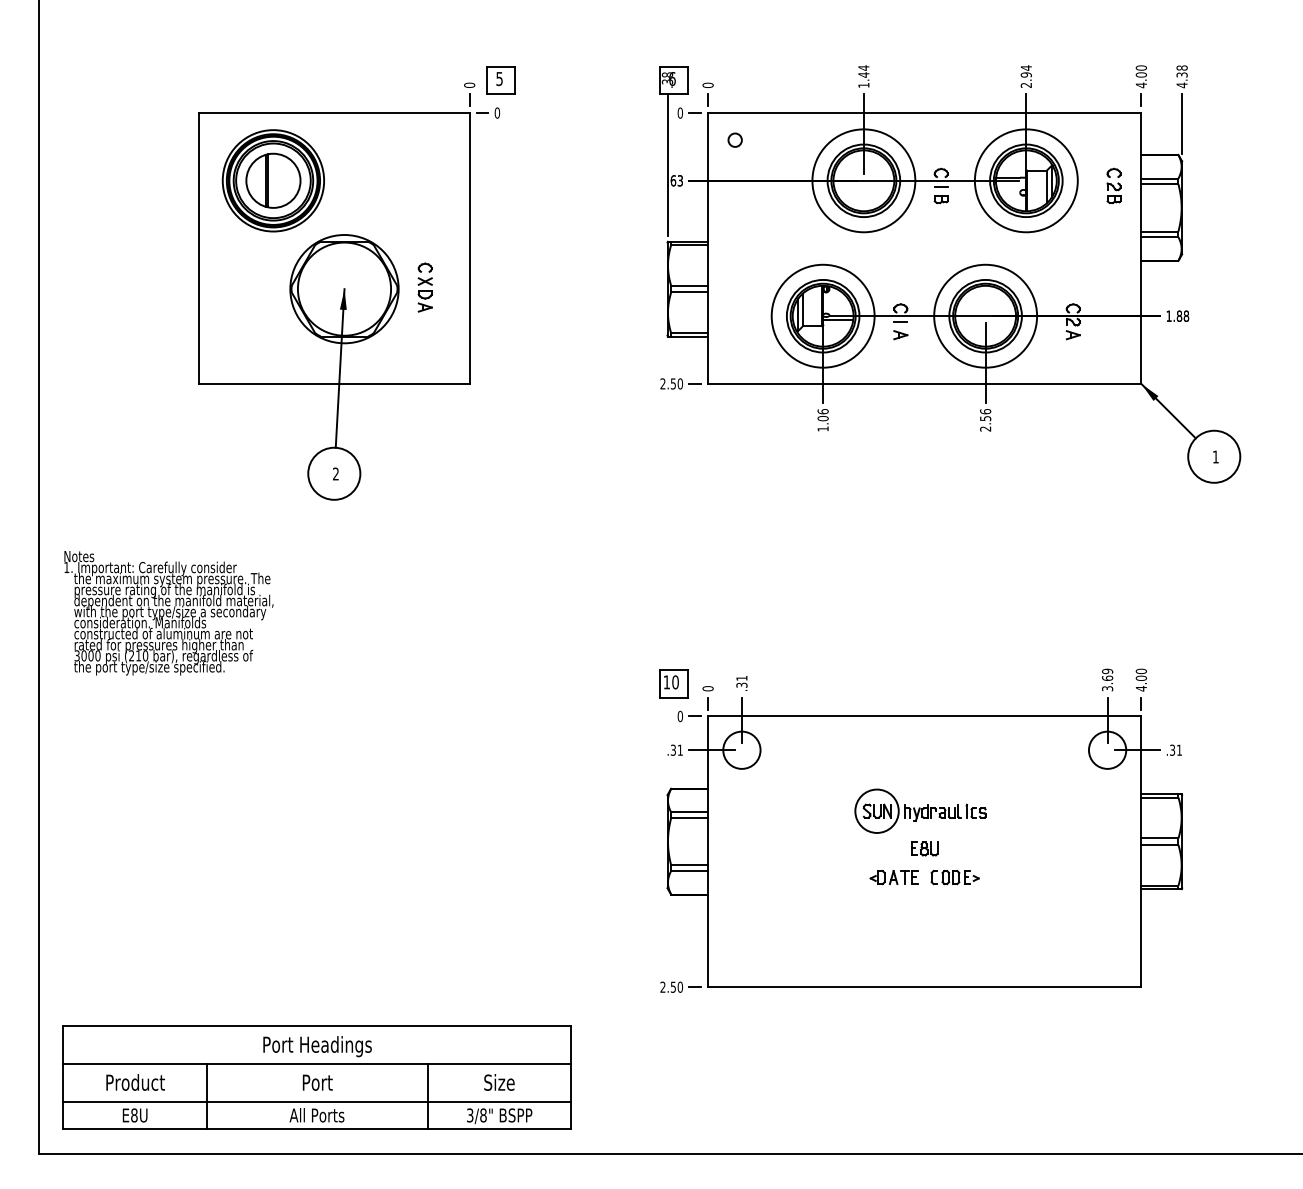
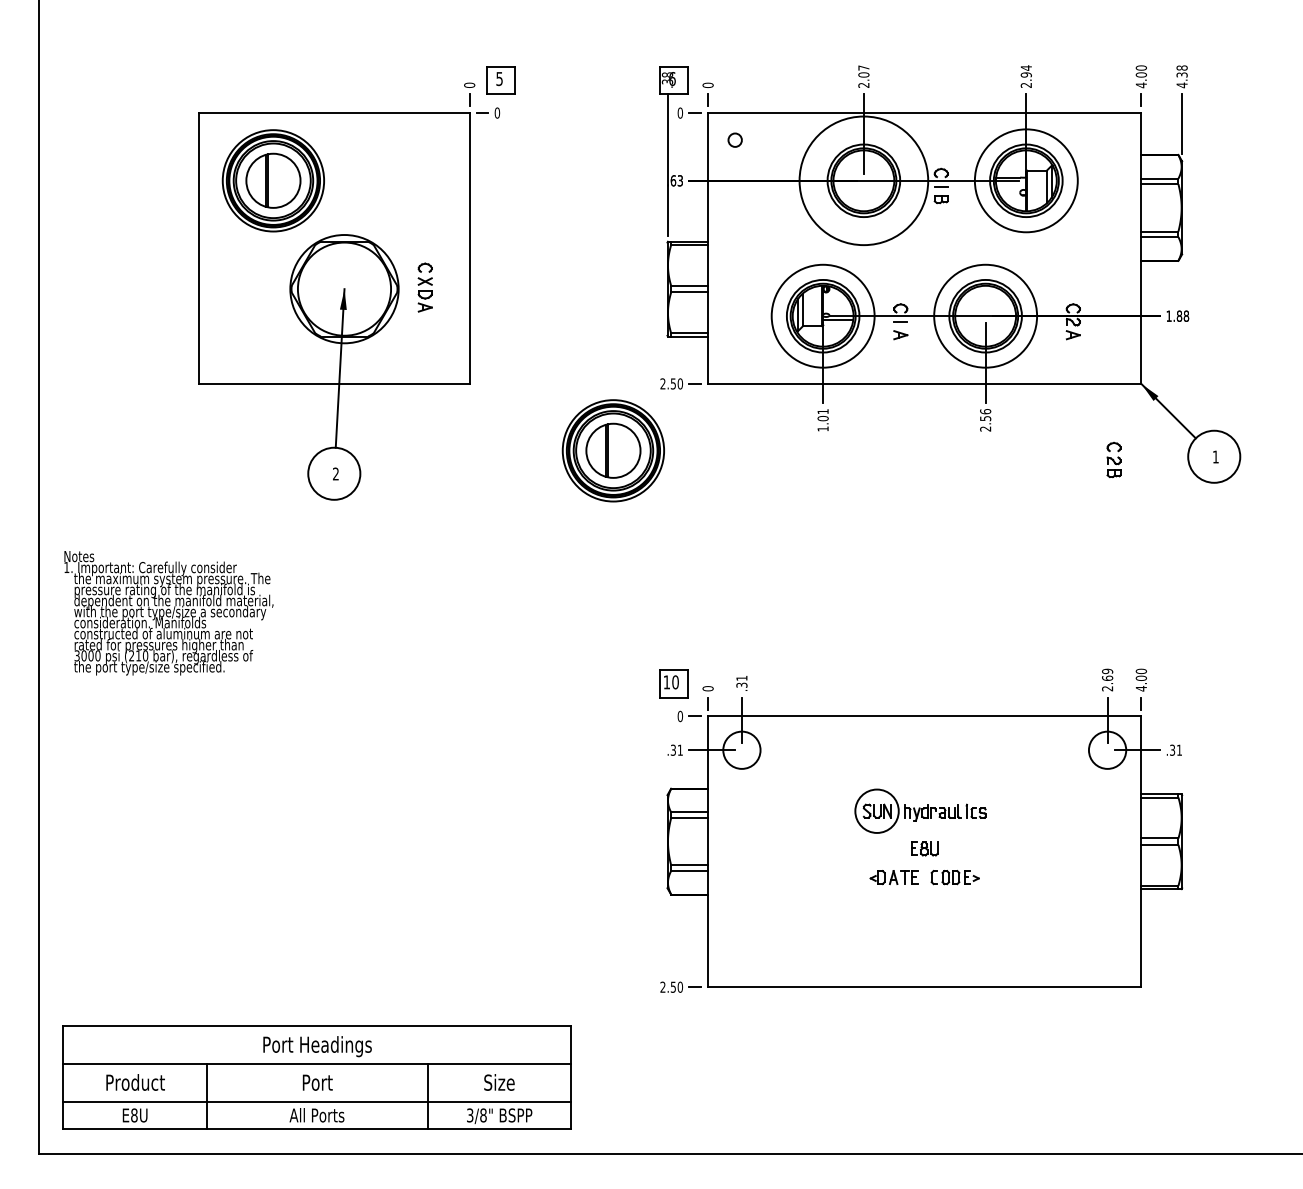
text at (863, 76): 1.44 -> 2.07
circle at (863, 180) diameter: 103 px -> 129 px
part at (1113, 185) position: (1113, 185) -> (1113, 459)
text at (822, 411): 1.06 -> 1.01
part at (612, 450): none -> present
text at (1107, 688): 3.69 -> 2.69
